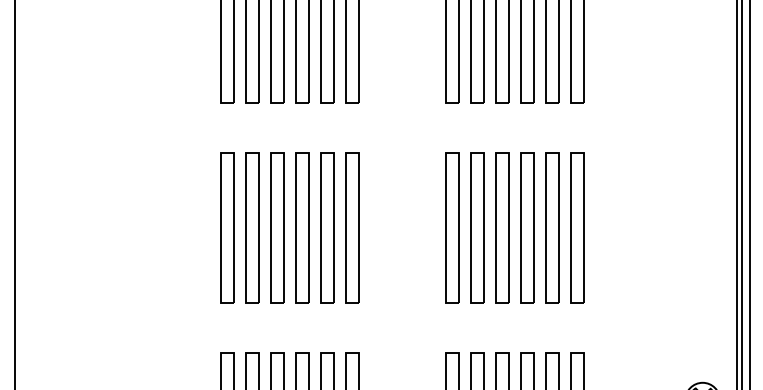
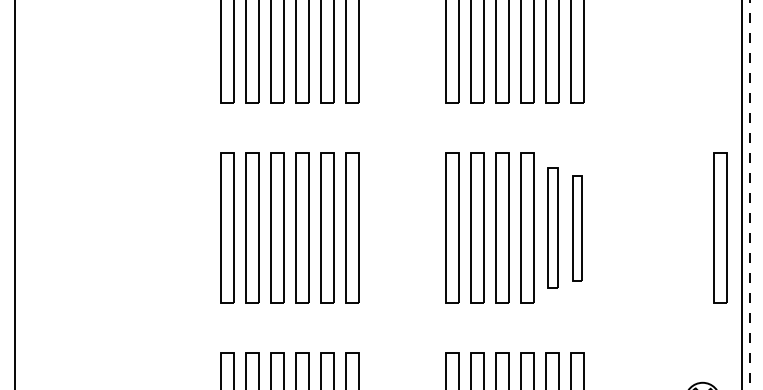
line at (737, 194): present -> none
line at (749, 195): solid -> dashed
part at (552, 227) size: 15x152 px -> 12x122 px
part at (577, 227) size: 15x152 px -> 11x107 px
part at (720, 227): none -> present
